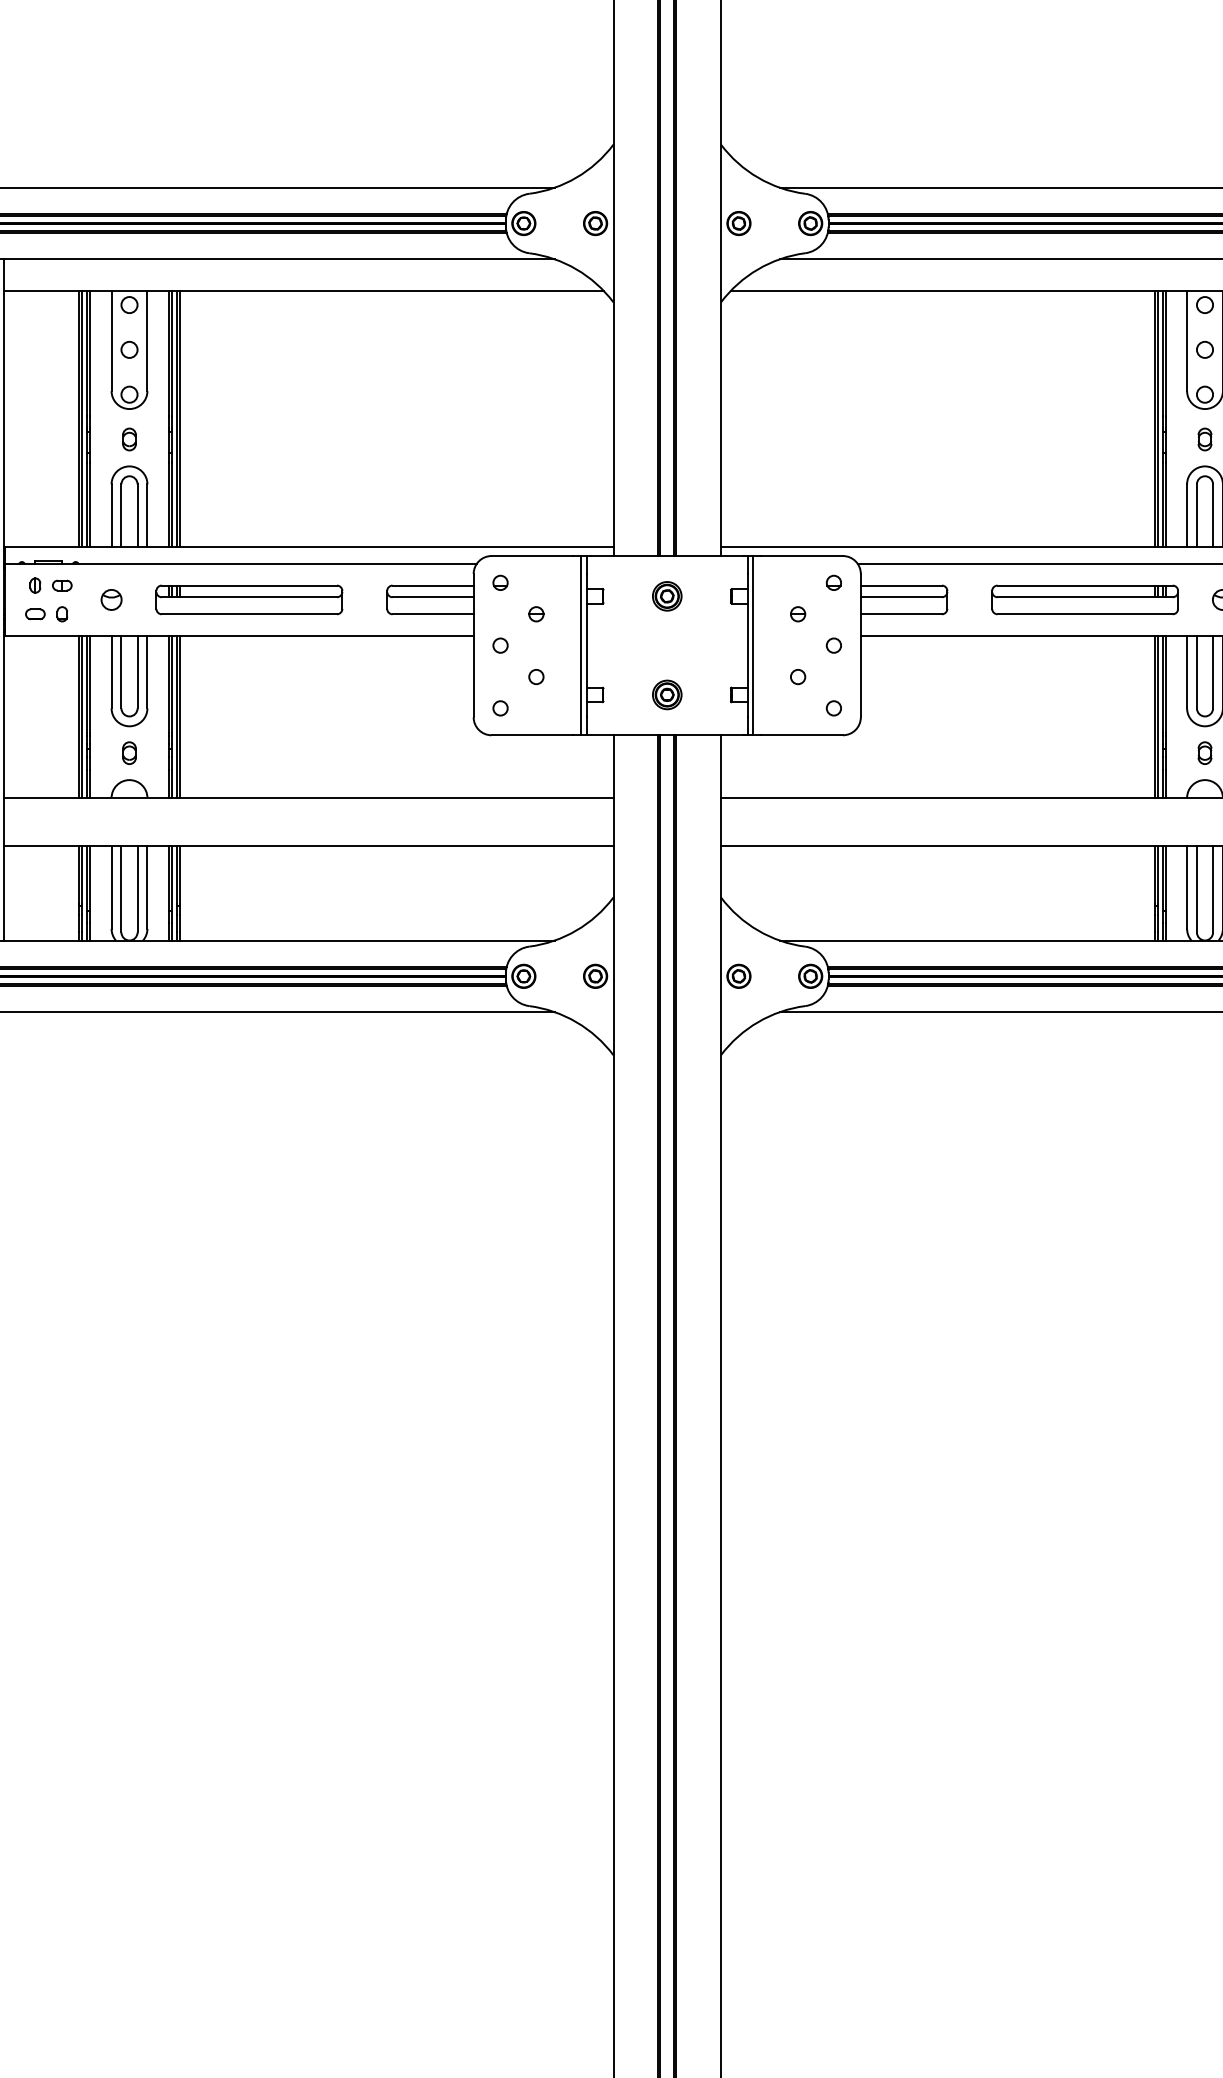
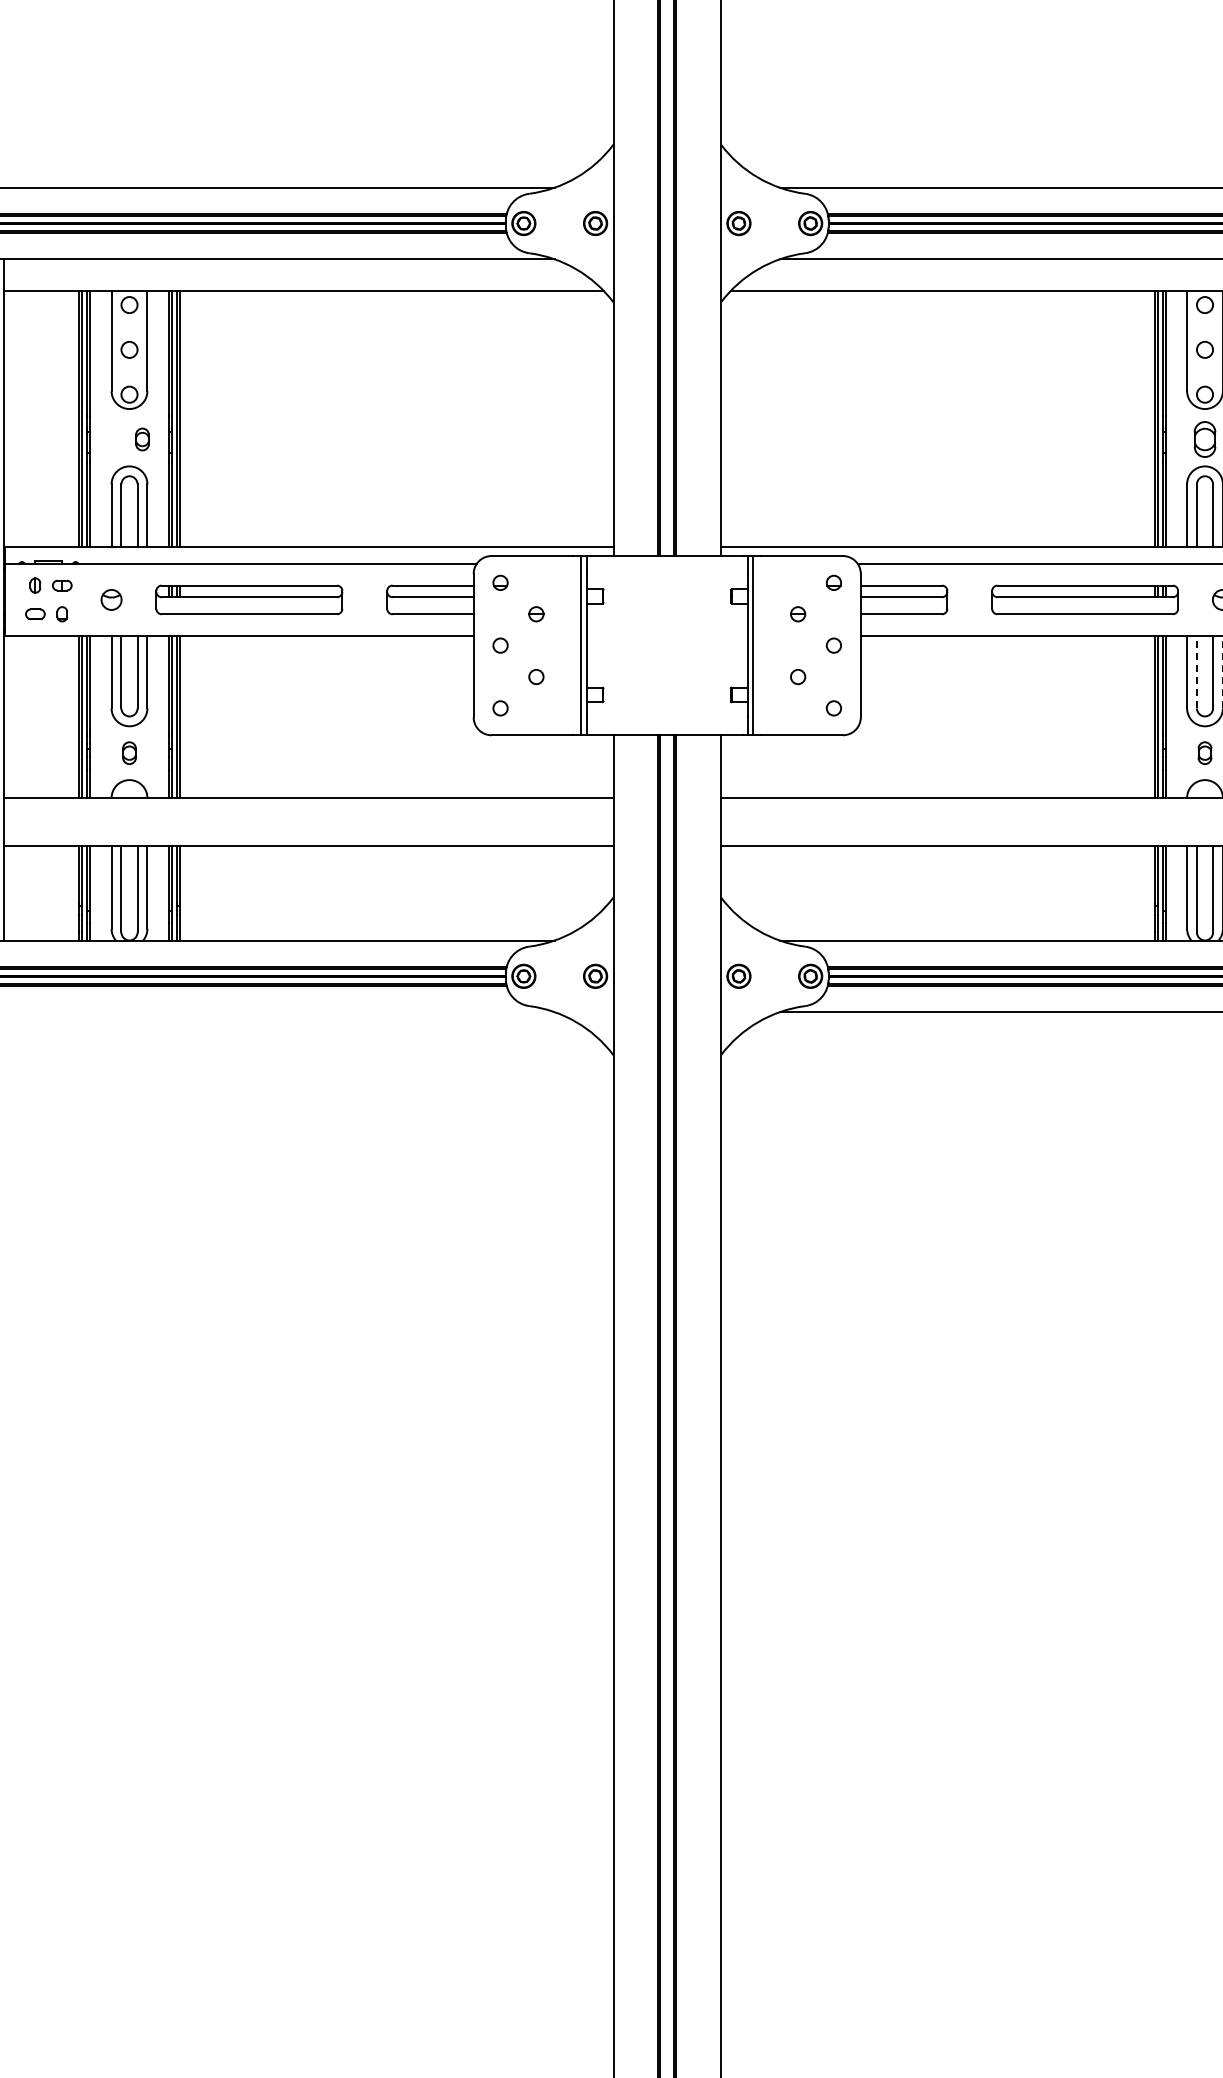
part at (129, 439) position: (129, 439) -> (142, 439)
part at (1204, 439) size: 16x25 px -> 24x37 px
part at (667, 596): present -> none
line at (1196, 671): solid -> dashed
line at (1222, 671): solid -> dashed
part at (667, 694): present -> none
line at (278, 1012): present -> none
